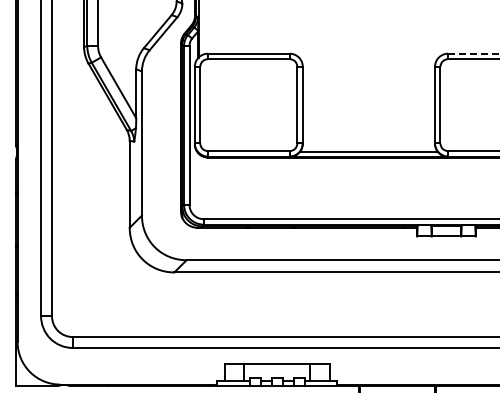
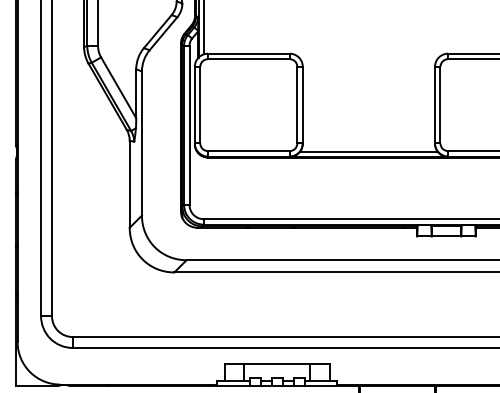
line at (203, 28): none -> present
line at (473, 53): dashed -> solid
